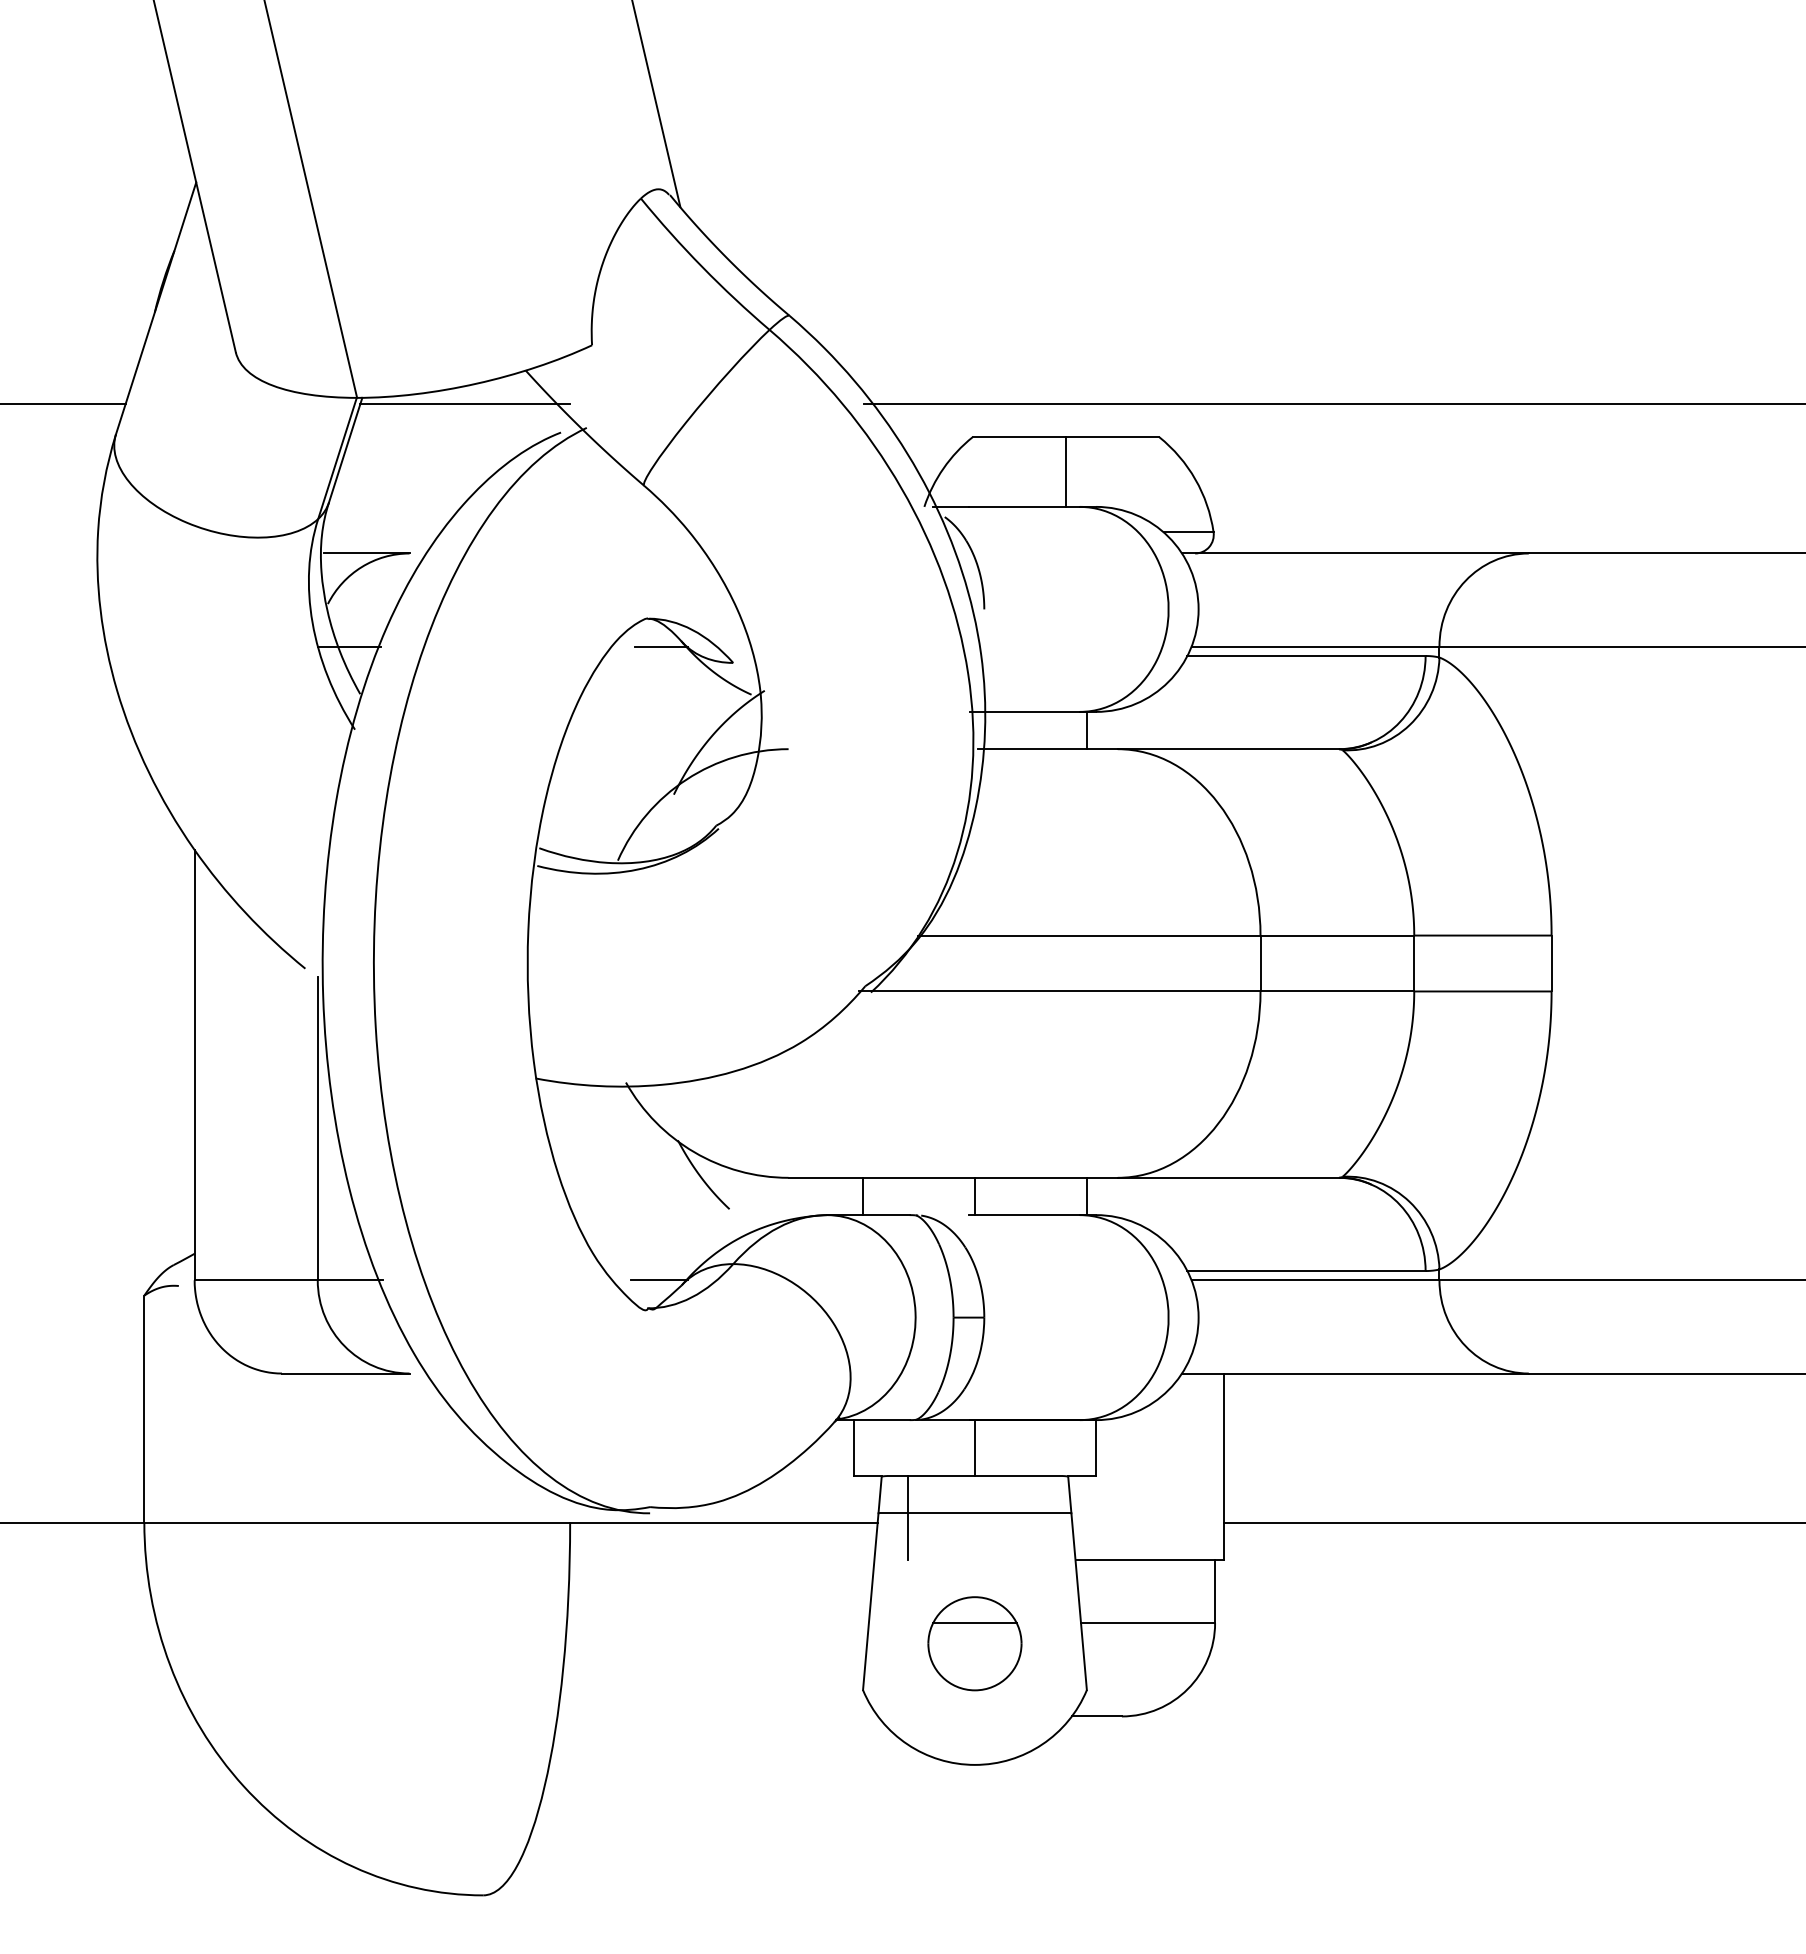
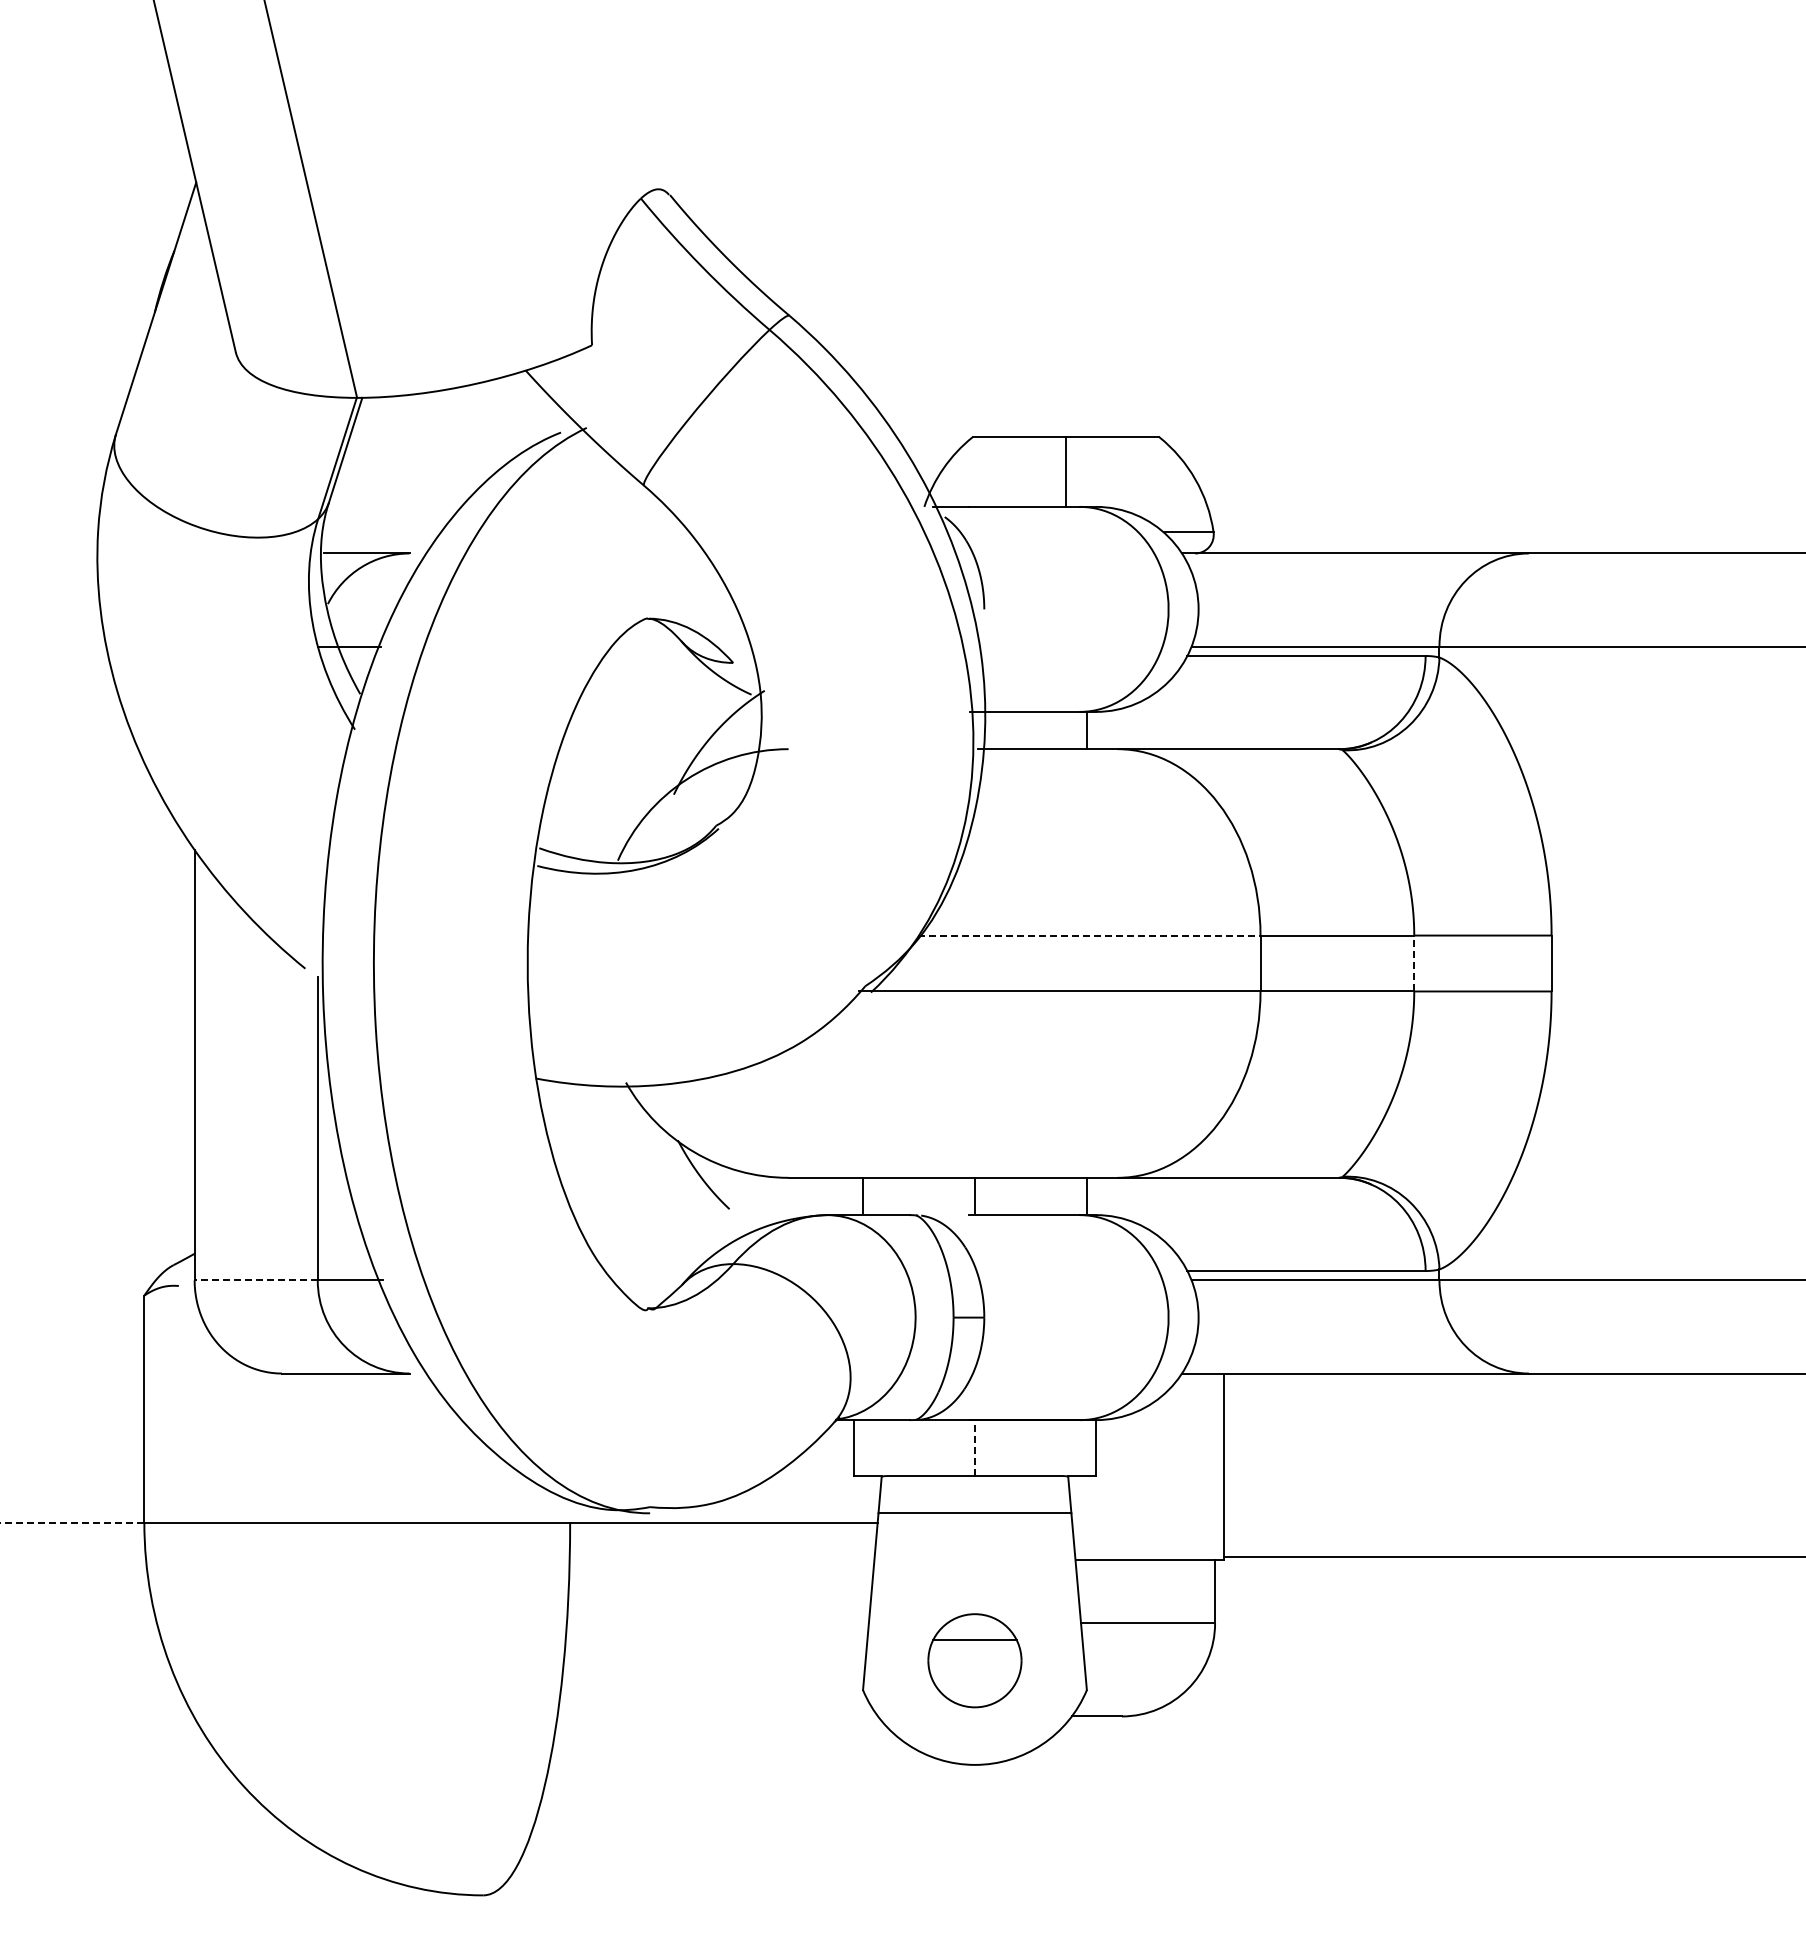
line at (656, 104): present -> none
line at (63, 404): present -> none
line at (465, 404): present -> none
line at (1332, 404): present -> none
line at (660, 646): present -> none
line at (1089, 935): solid -> dashed
line at (1414, 963): solid -> dashed
line at (256, 1280): solid -> dashed
line at (659, 1280): present -> none
line at (974, 1448): solid -> dashed
line at (907, 1517): present -> none
line at (72, 1522): solid -> dashed
line at (1513, 1522) position: (1513, 1522) -> (1513, 1556)
part at (974, 1643) position: (974, 1643) -> (974, 1660)
